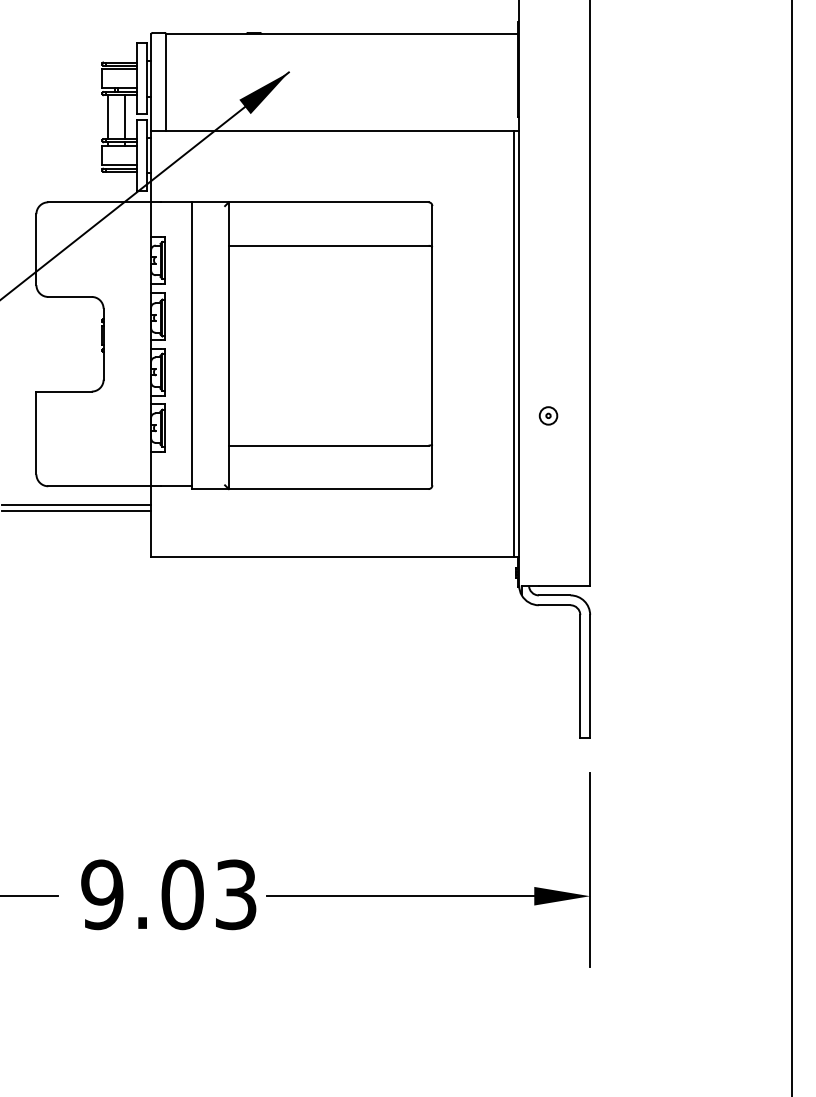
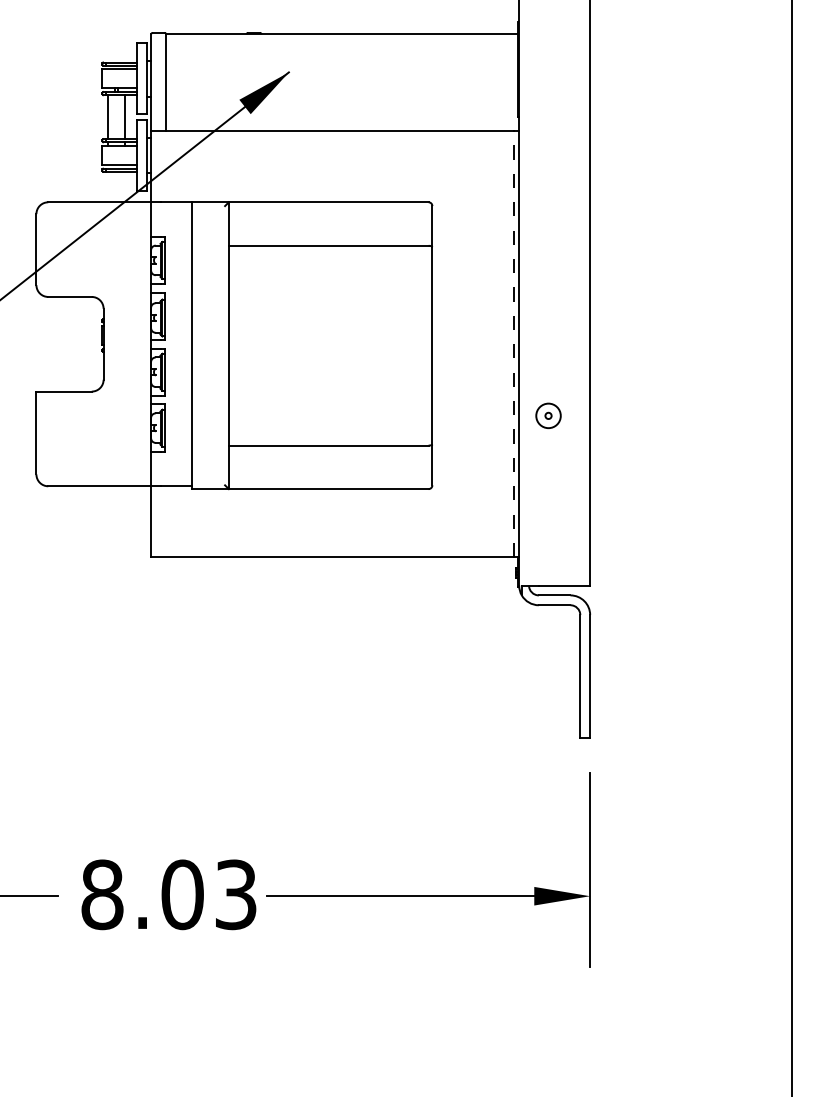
line at (513, 344): solid -> dashed
part at (548, 415) size: 21x20 px -> 27x27 px
line at (76, 504): present -> none
line at (76, 510): present -> none
text at (102, 894): 9.03 -> 8.03
